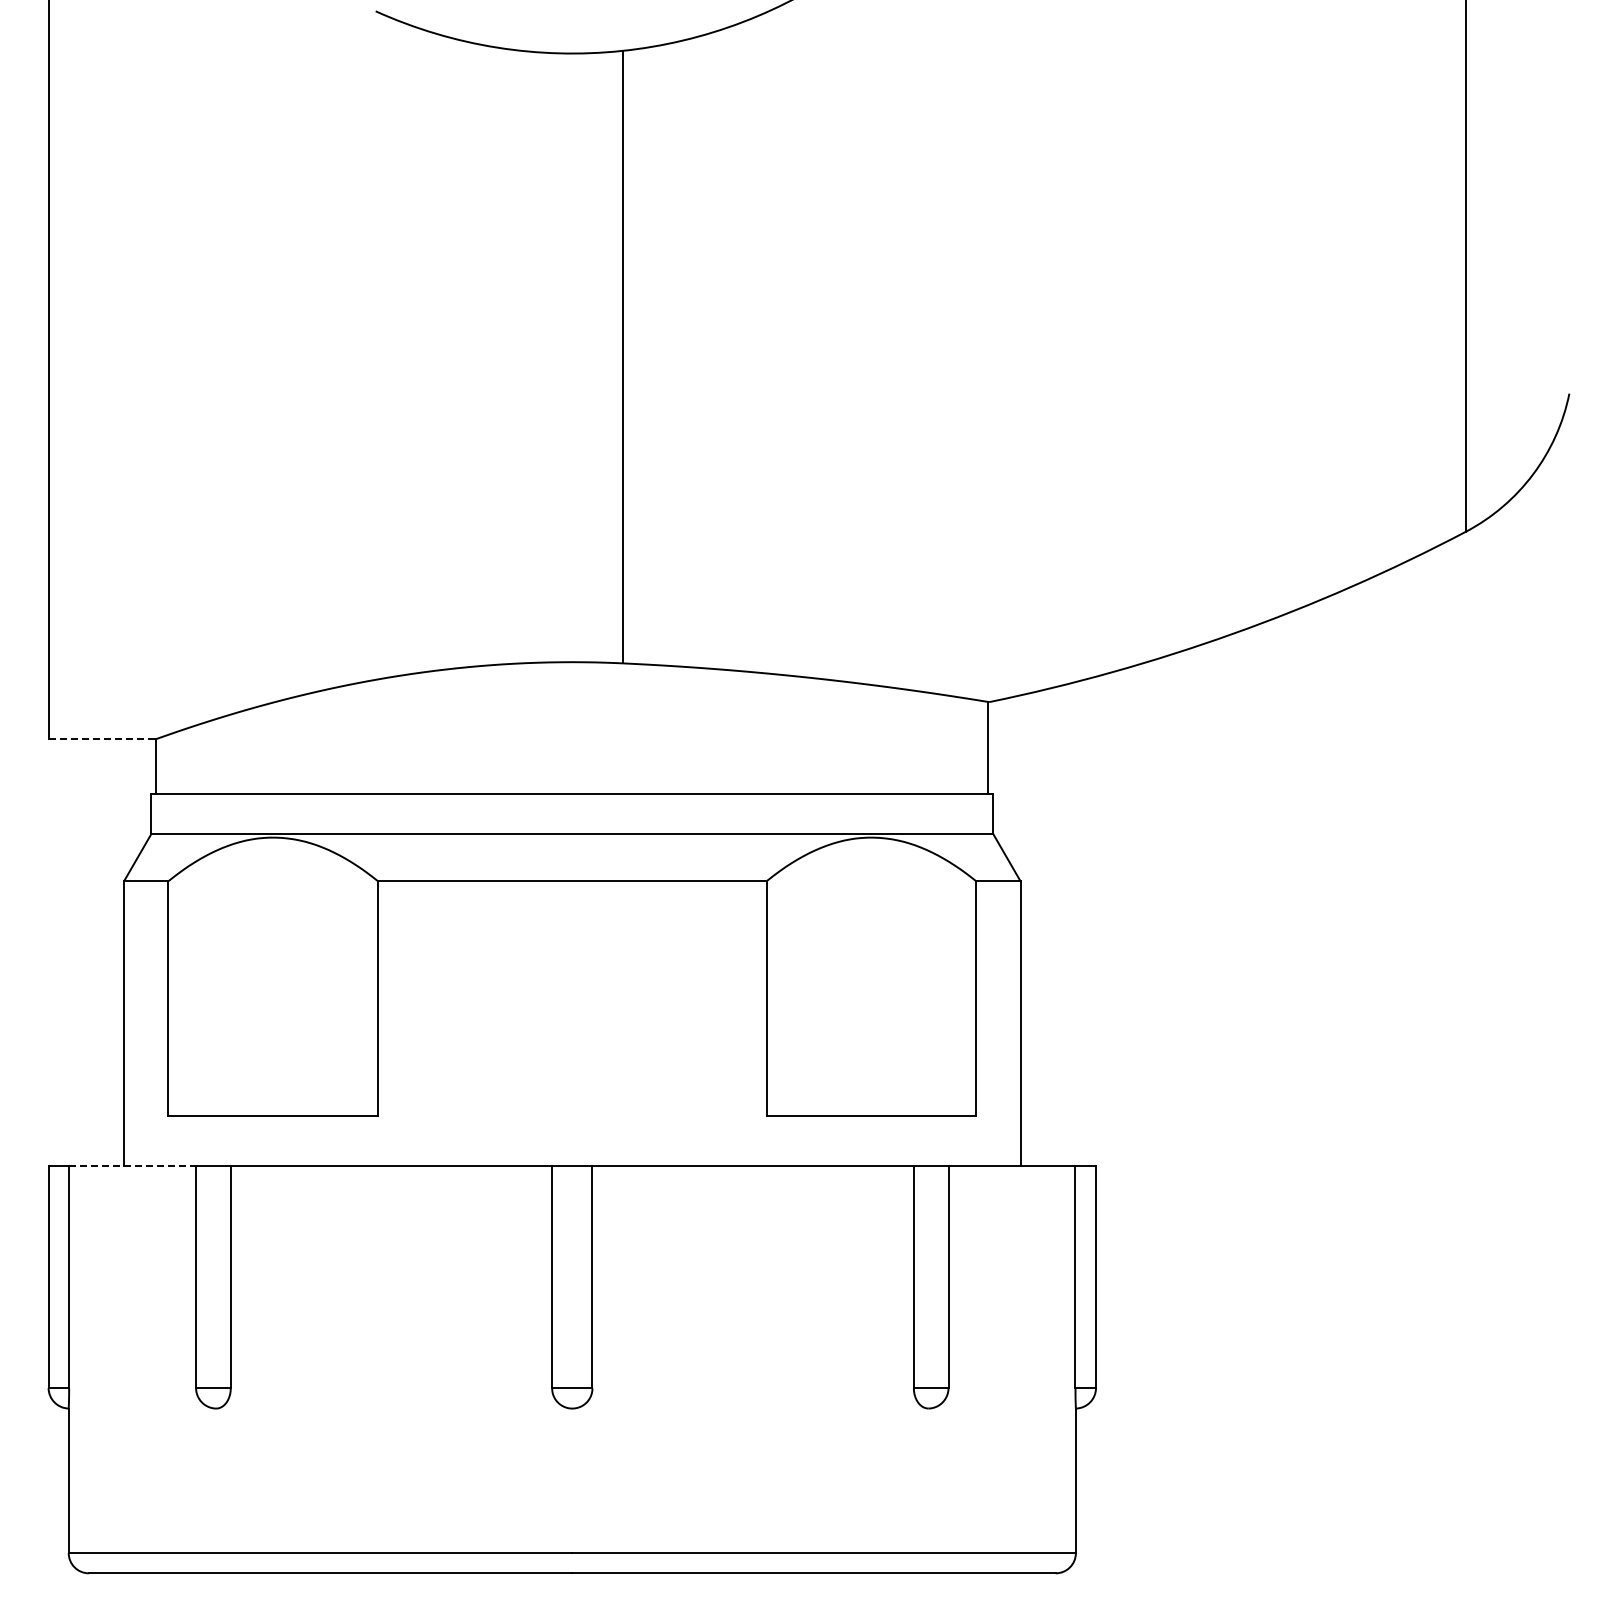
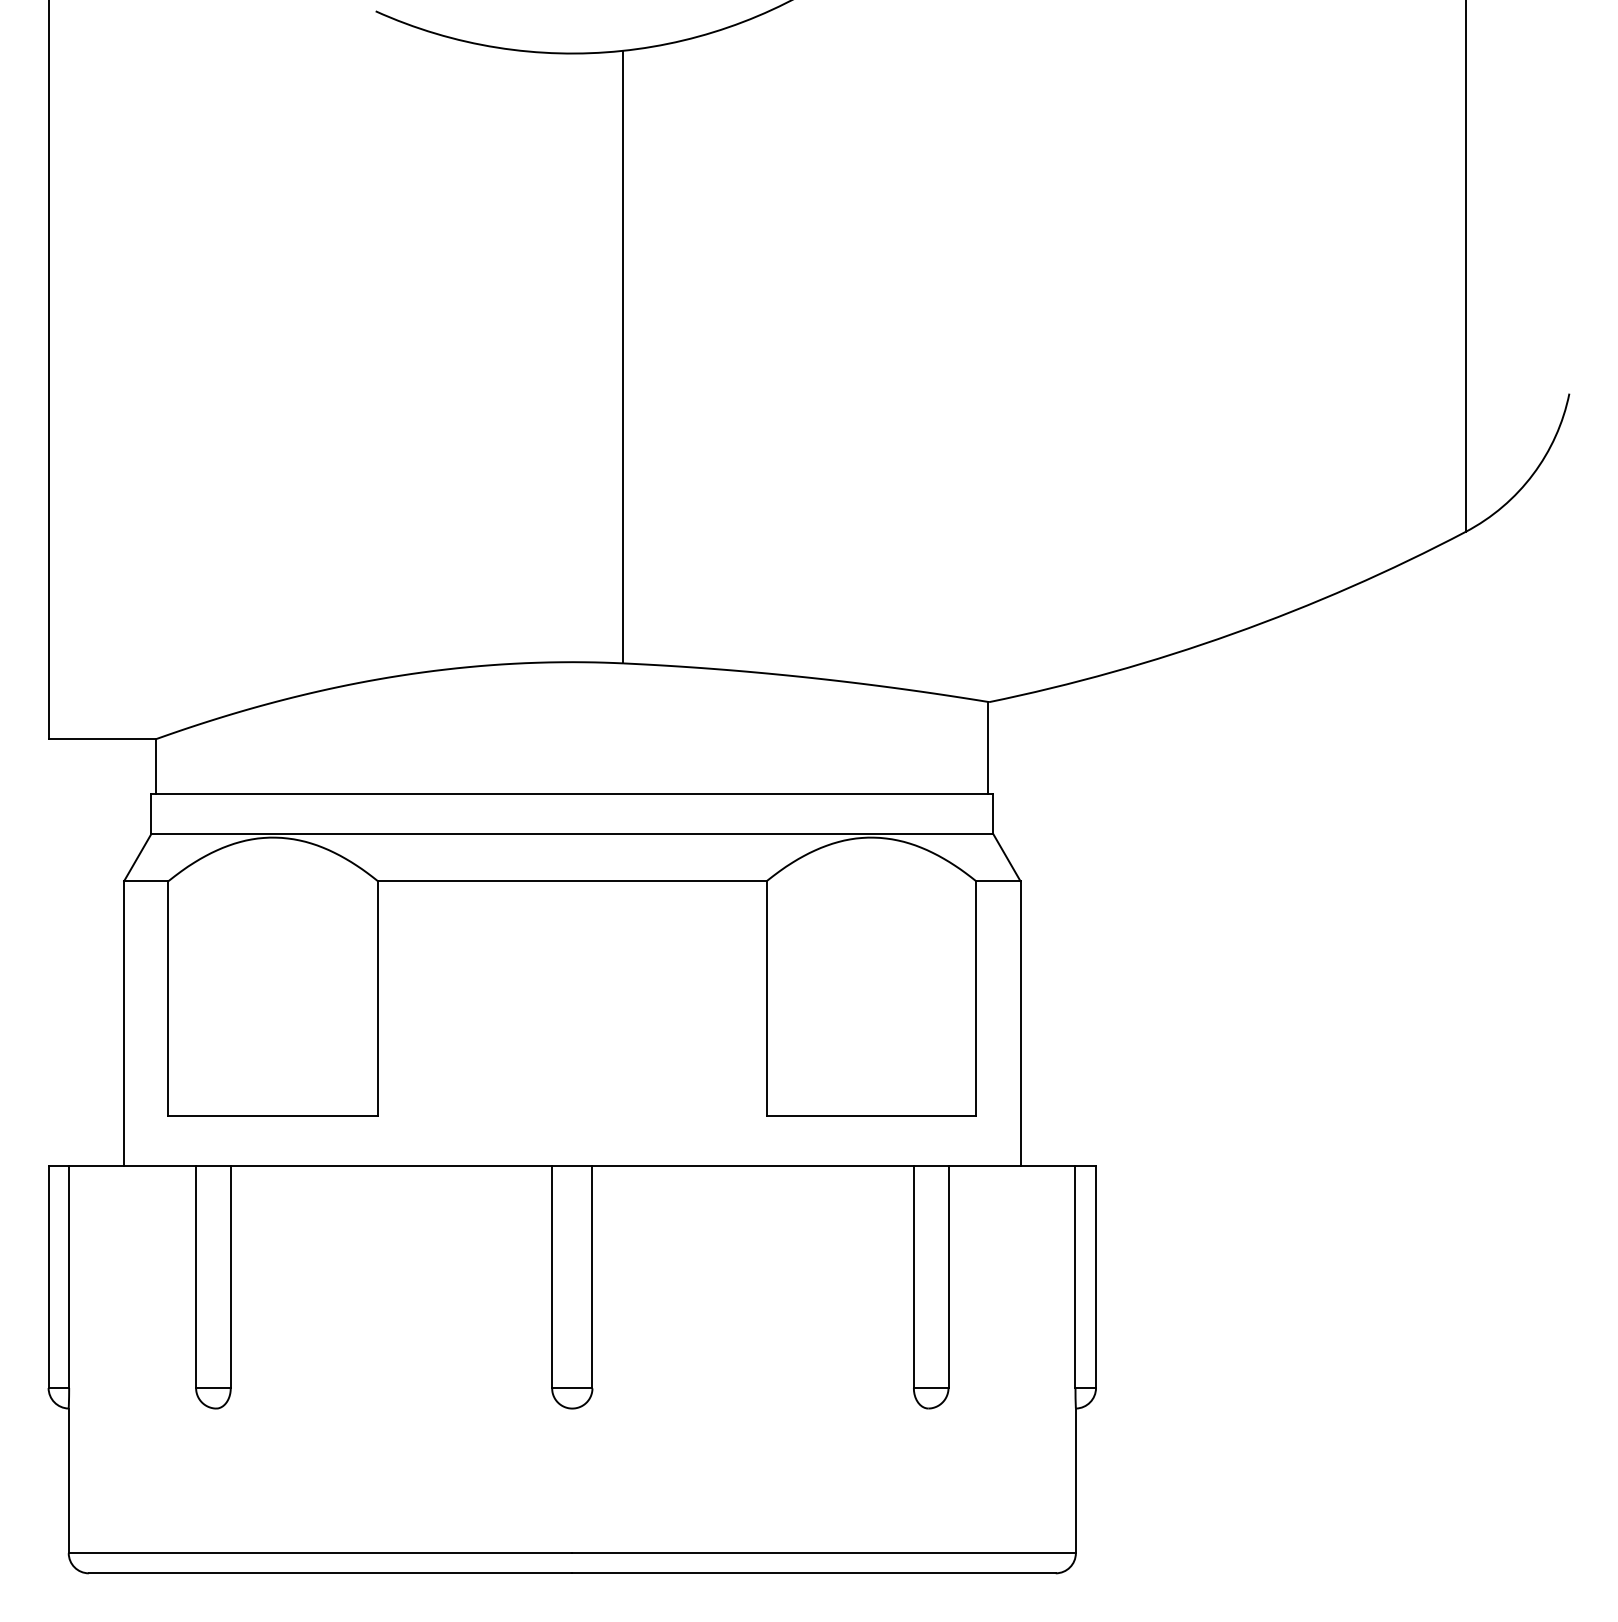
line at (102, 739): dashed -> solid
line at (133, 1166): dashed -> solid
